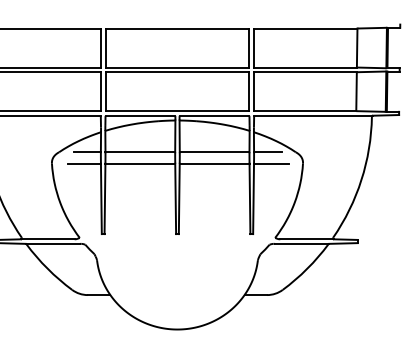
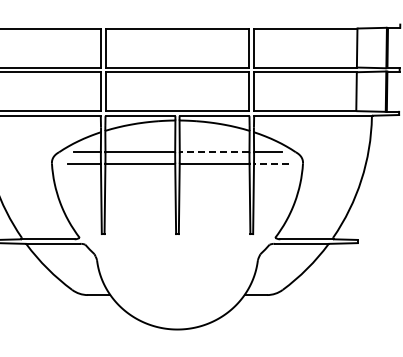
line at (214, 152): solid -> dashed
line at (270, 163): solid -> dashed
